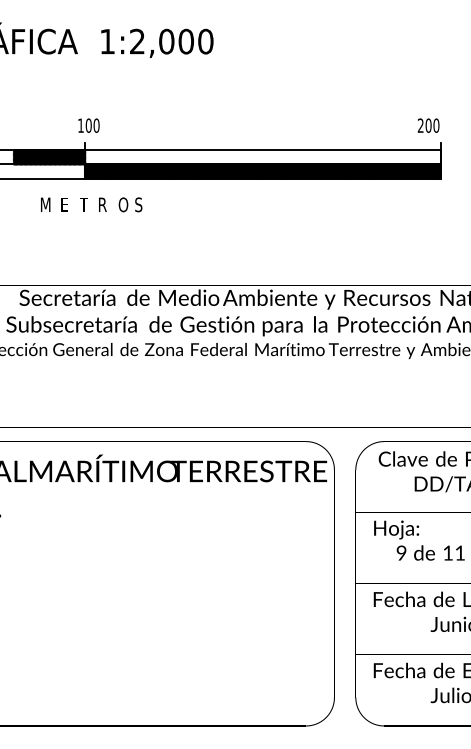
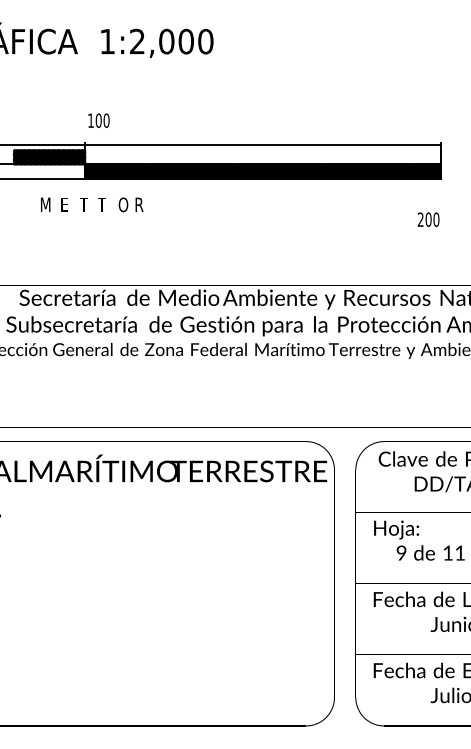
text at (88, 125) position: (88, 125) -> (98, 120)
text at (428, 125) position: (428, 125) -> (428, 219)
line at (221, 150) position: (221, 150) -> (221, 145)
text at (102, 204): R -> T
text at (139, 204): S -> R
